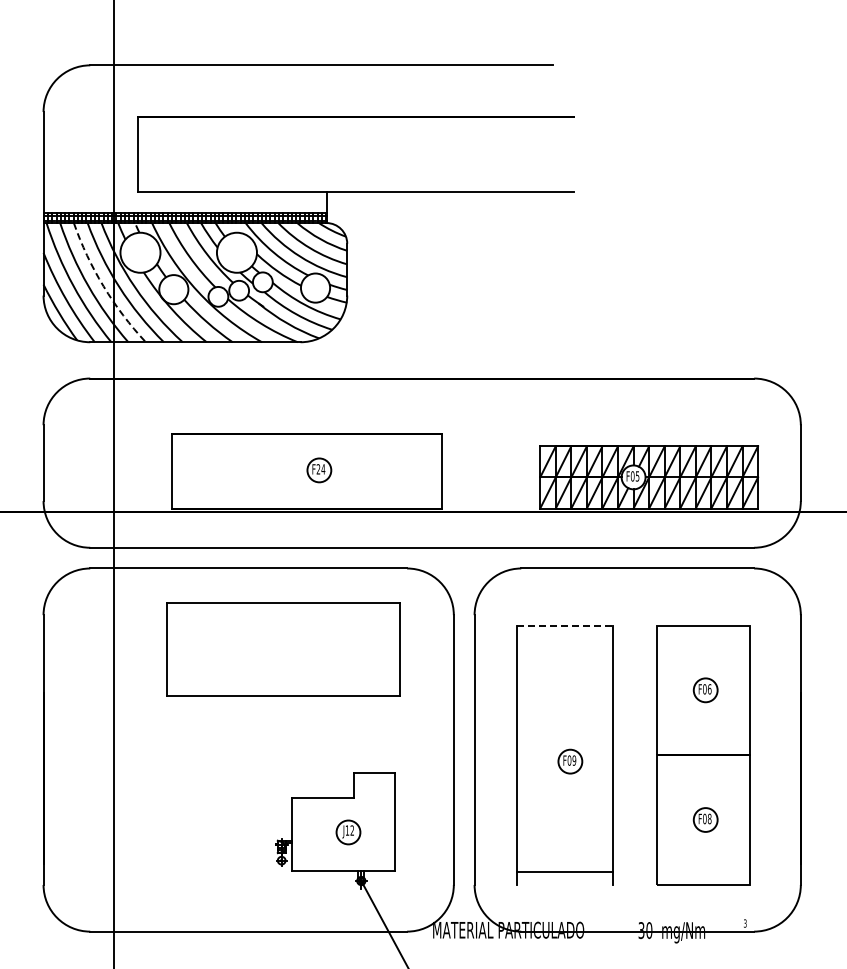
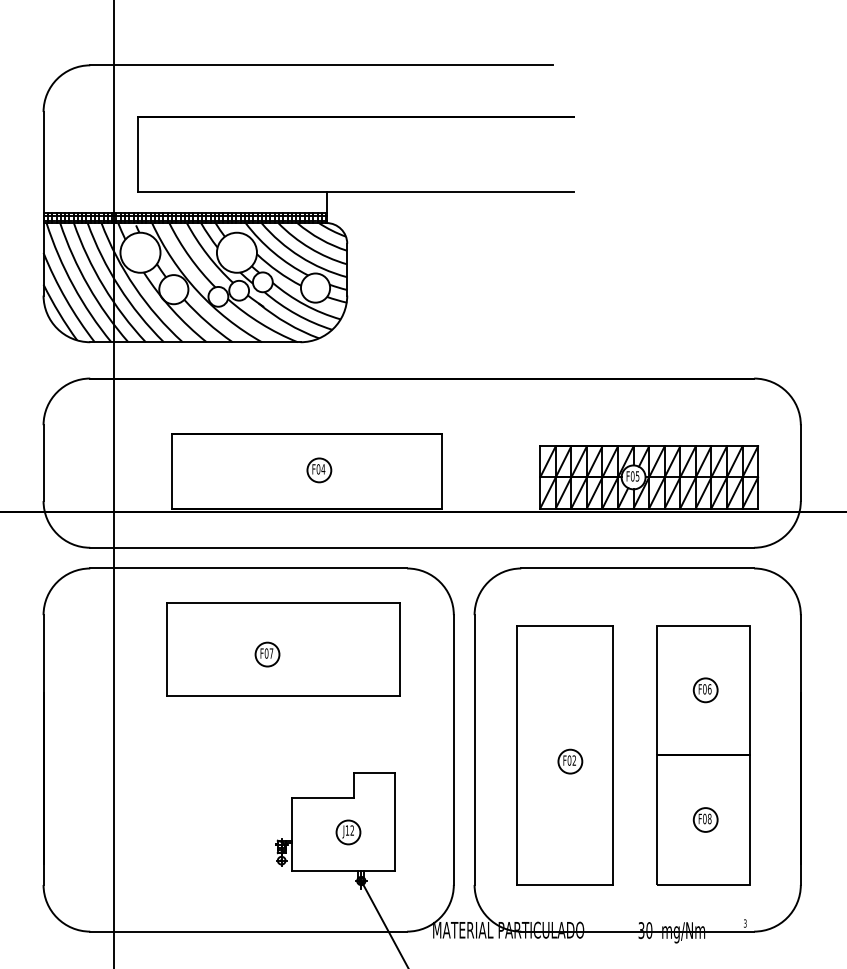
arc at (103, 286): dashed -> solid
text at (318, 469): F24 -> F04
line at (565, 625): dashed -> solid
part at (267, 654): none -> present
text at (574, 760): F09 -> F02
line at (565, 871) position: (565, 871) -> (565, 884)
